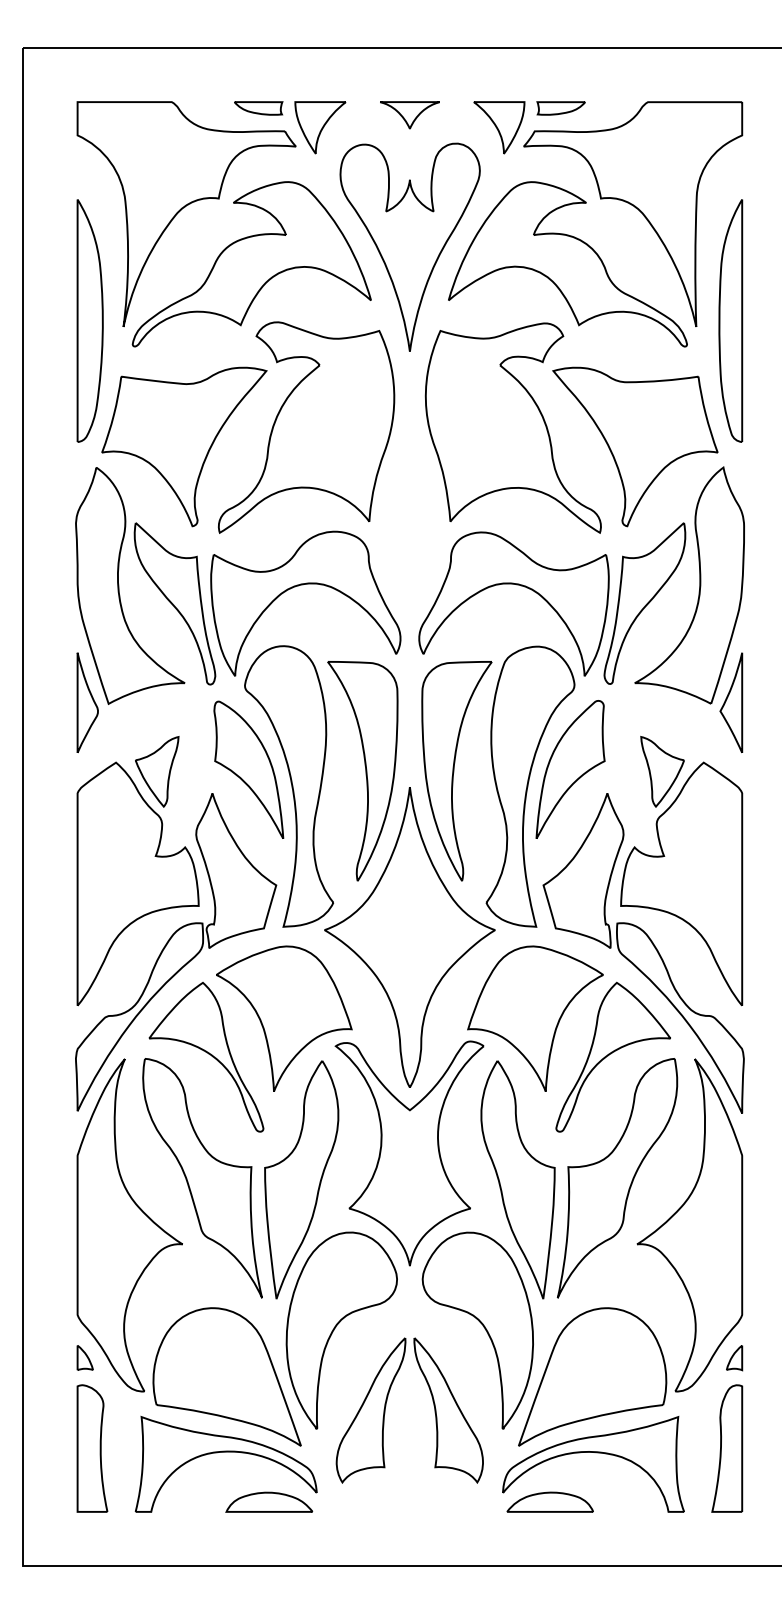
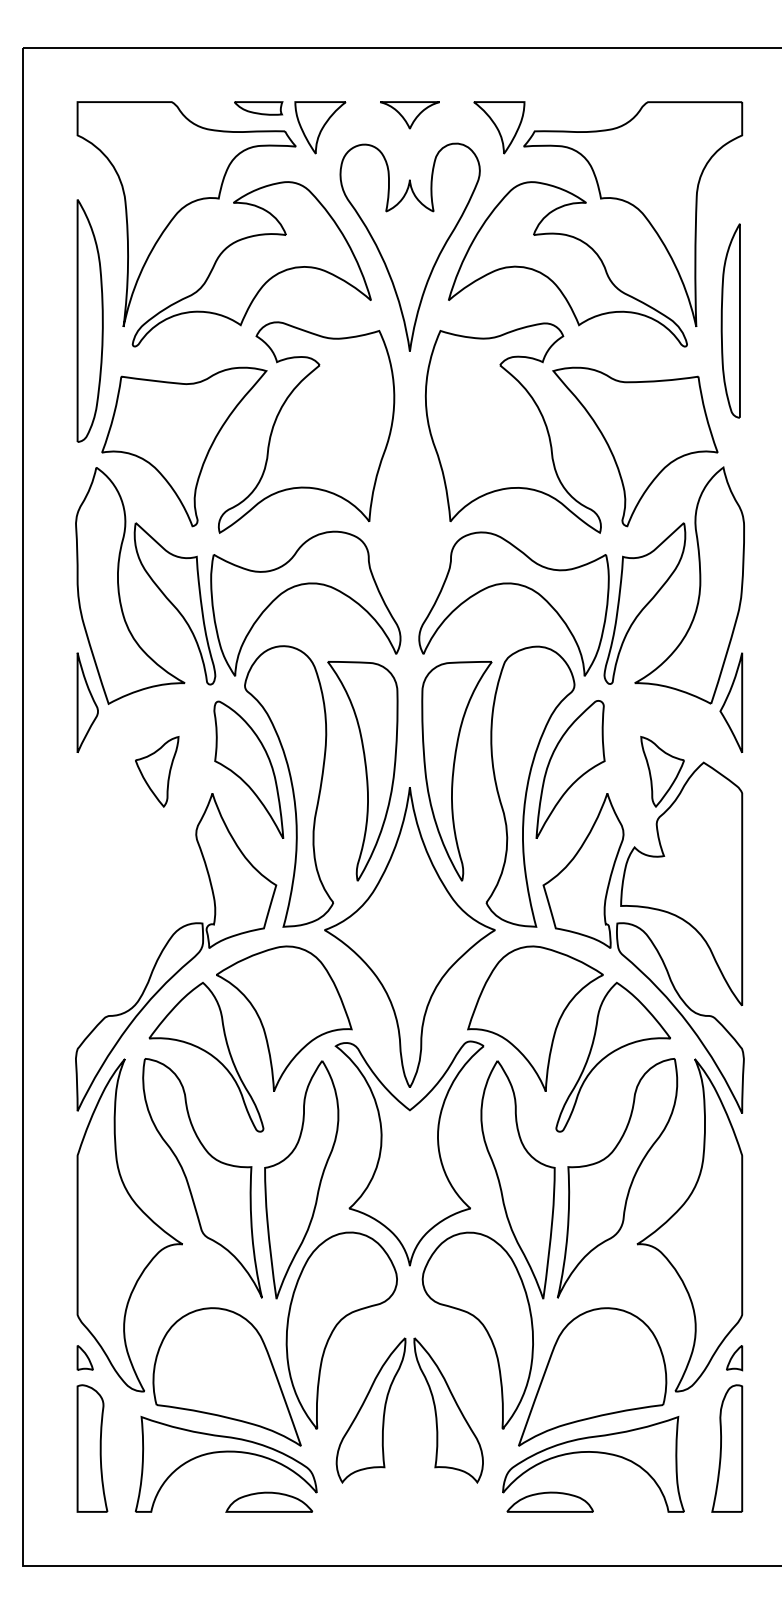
part at (560, 108): present -> none
part at (730, 320) size: 26x244 px -> 21x196 px
part at (137, 883): present -> none
